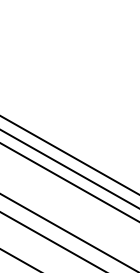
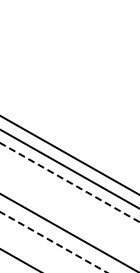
line at (69, 182): solid -> dashed
line at (53, 242): solid -> dashed
